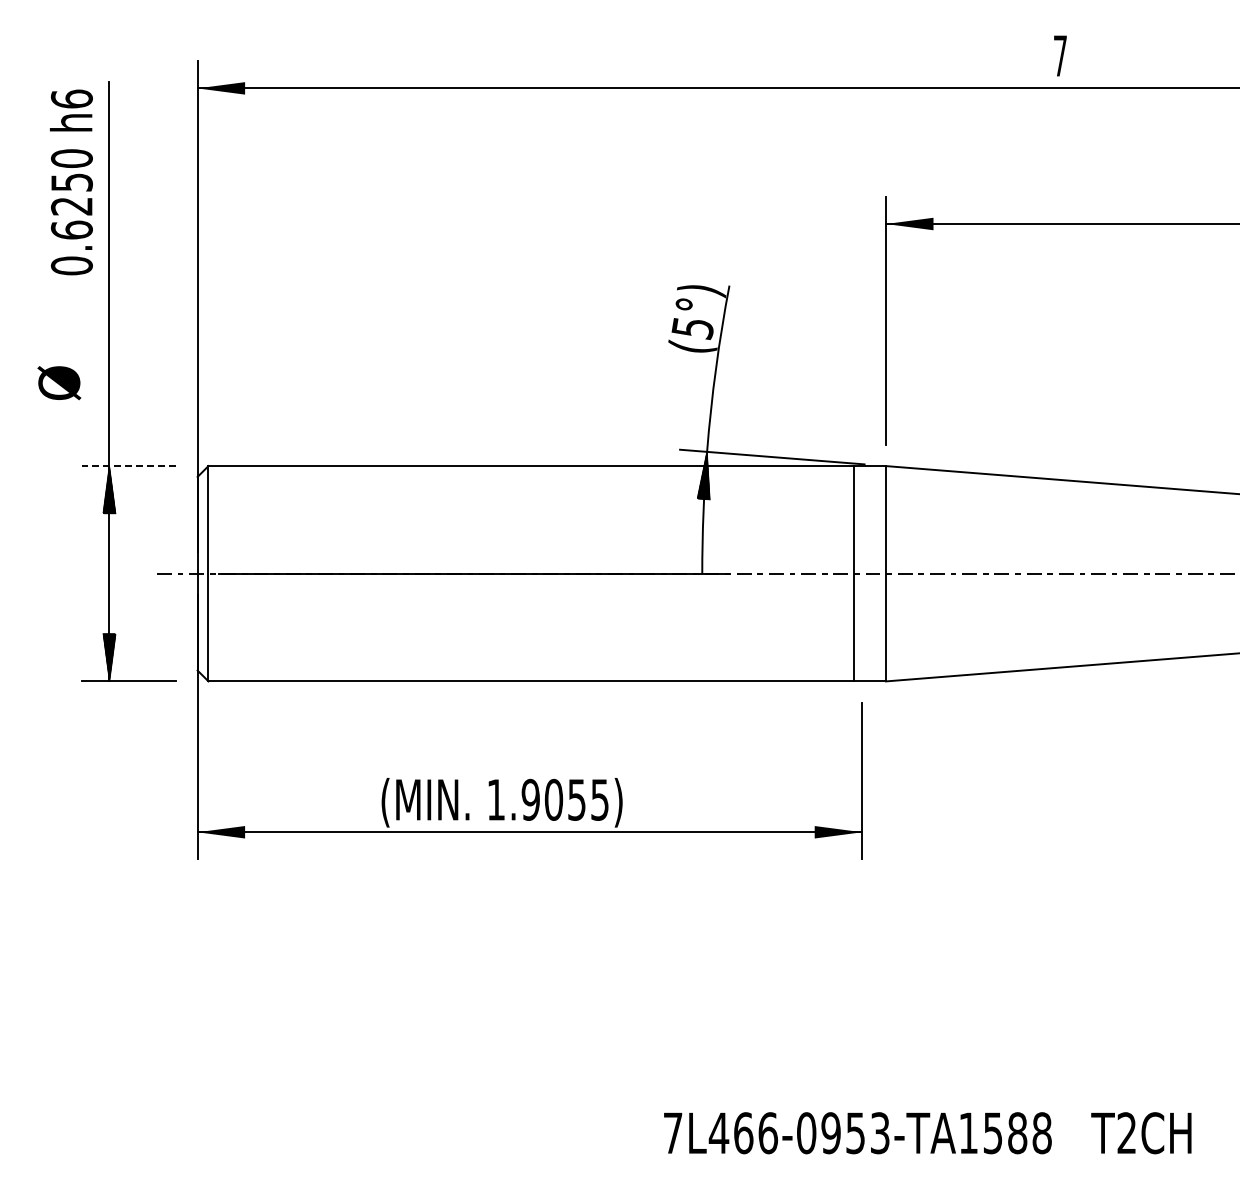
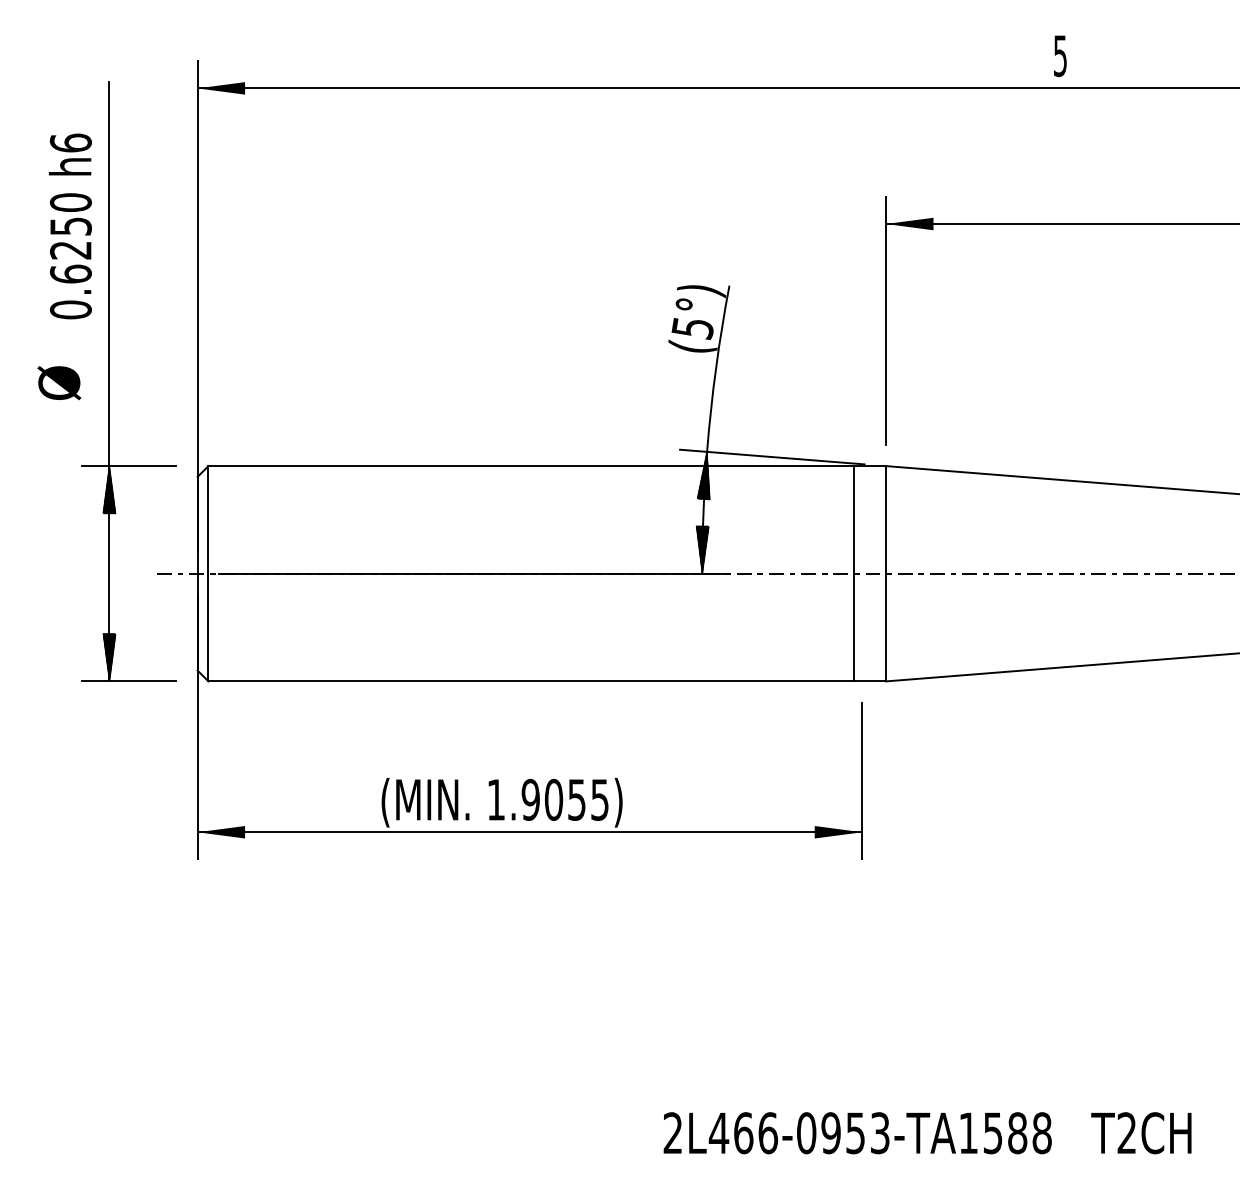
text at (1060, 56): 7 -> 5
text at (71, 182) position: (71, 182) -> (70, 226)
line at (129, 466): dashed -> solid
hatch at (702, 549): none -> present
text at (672, 1132): 7L466-0953-TA1588 -> 2L466-0953-TA1588
